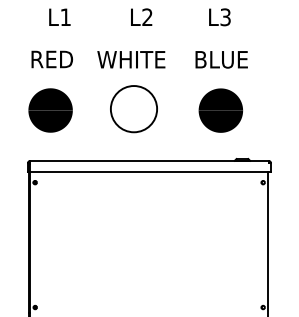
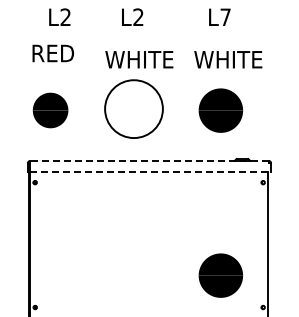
text at (65, 16): L1 -> L2
text at (141, 16) position: (141, 16) -> (132, 16)
text at (225, 17): L3 -> L7
text at (51, 59) position: (51, 59) -> (52, 53)
text at (131, 59) position: (131, 59) -> (139, 59)
text at (228, 59): BLUE -> WHITE
circle at (133, 109) diameter: 46 px -> 58 px
part at (50, 110) size: 45x45 px -> 37x37 px
line at (149, 161): solid -> dashed
line at (150, 172): solid -> dashed
part at (220, 275): none -> present
